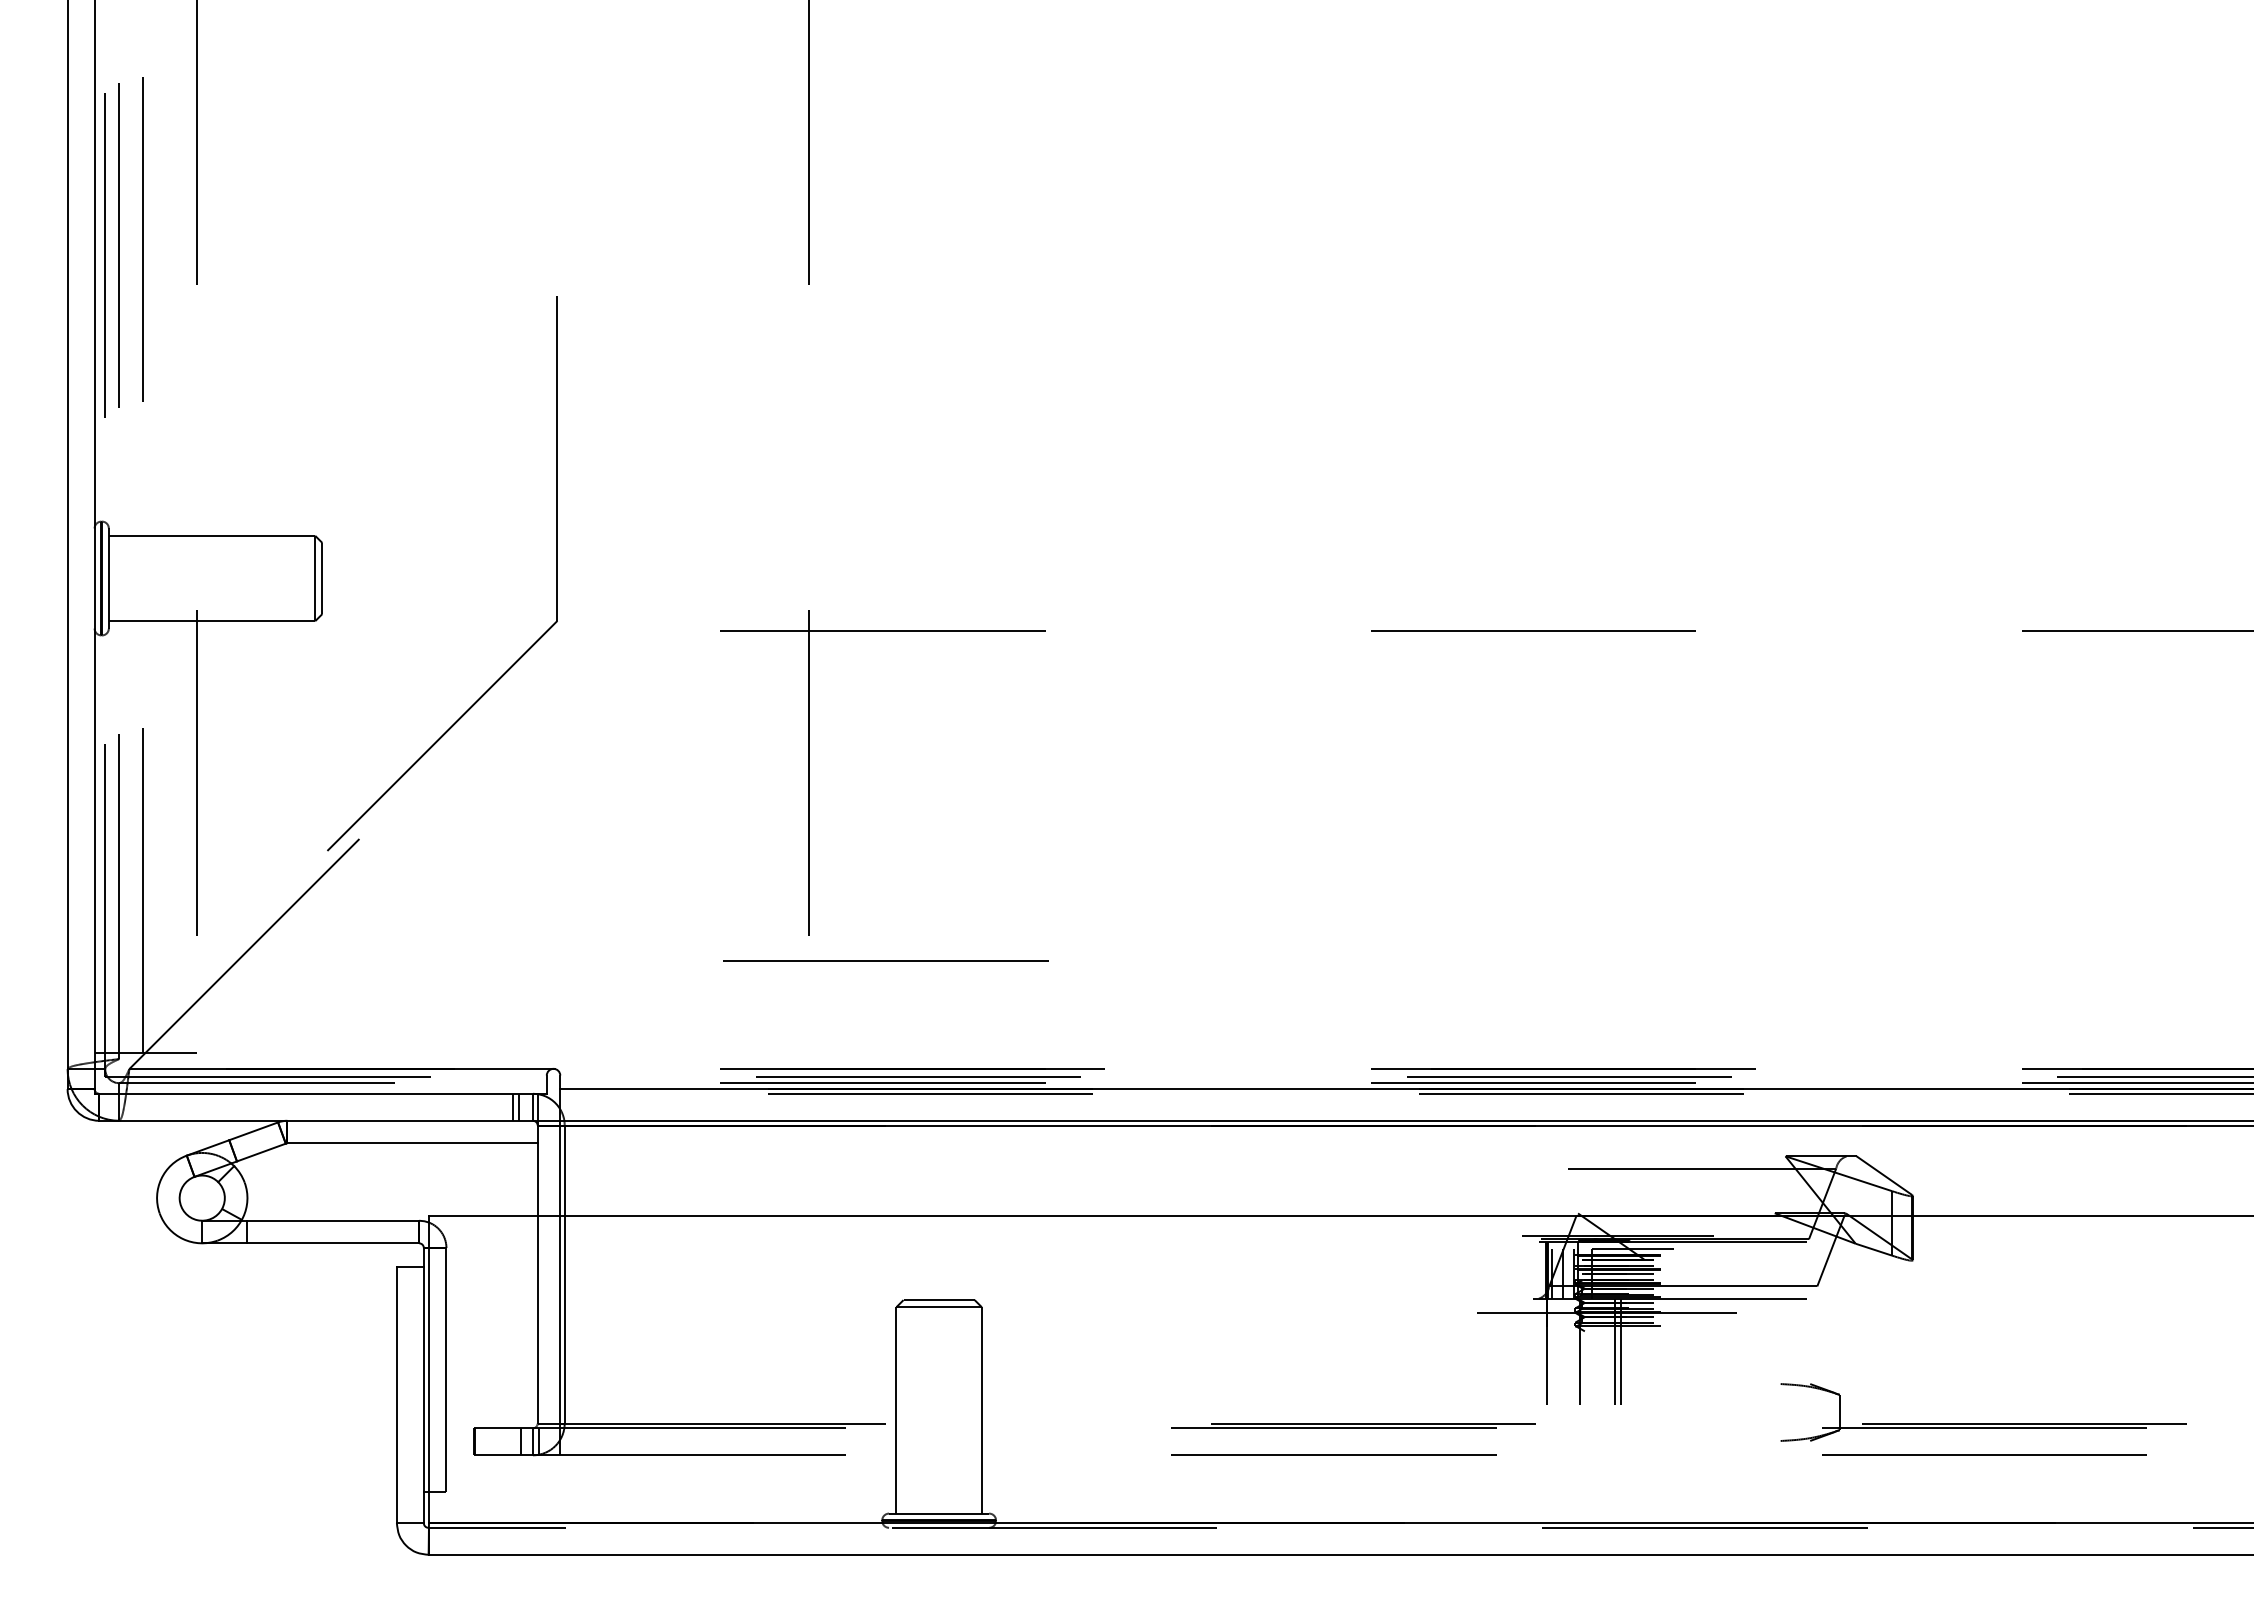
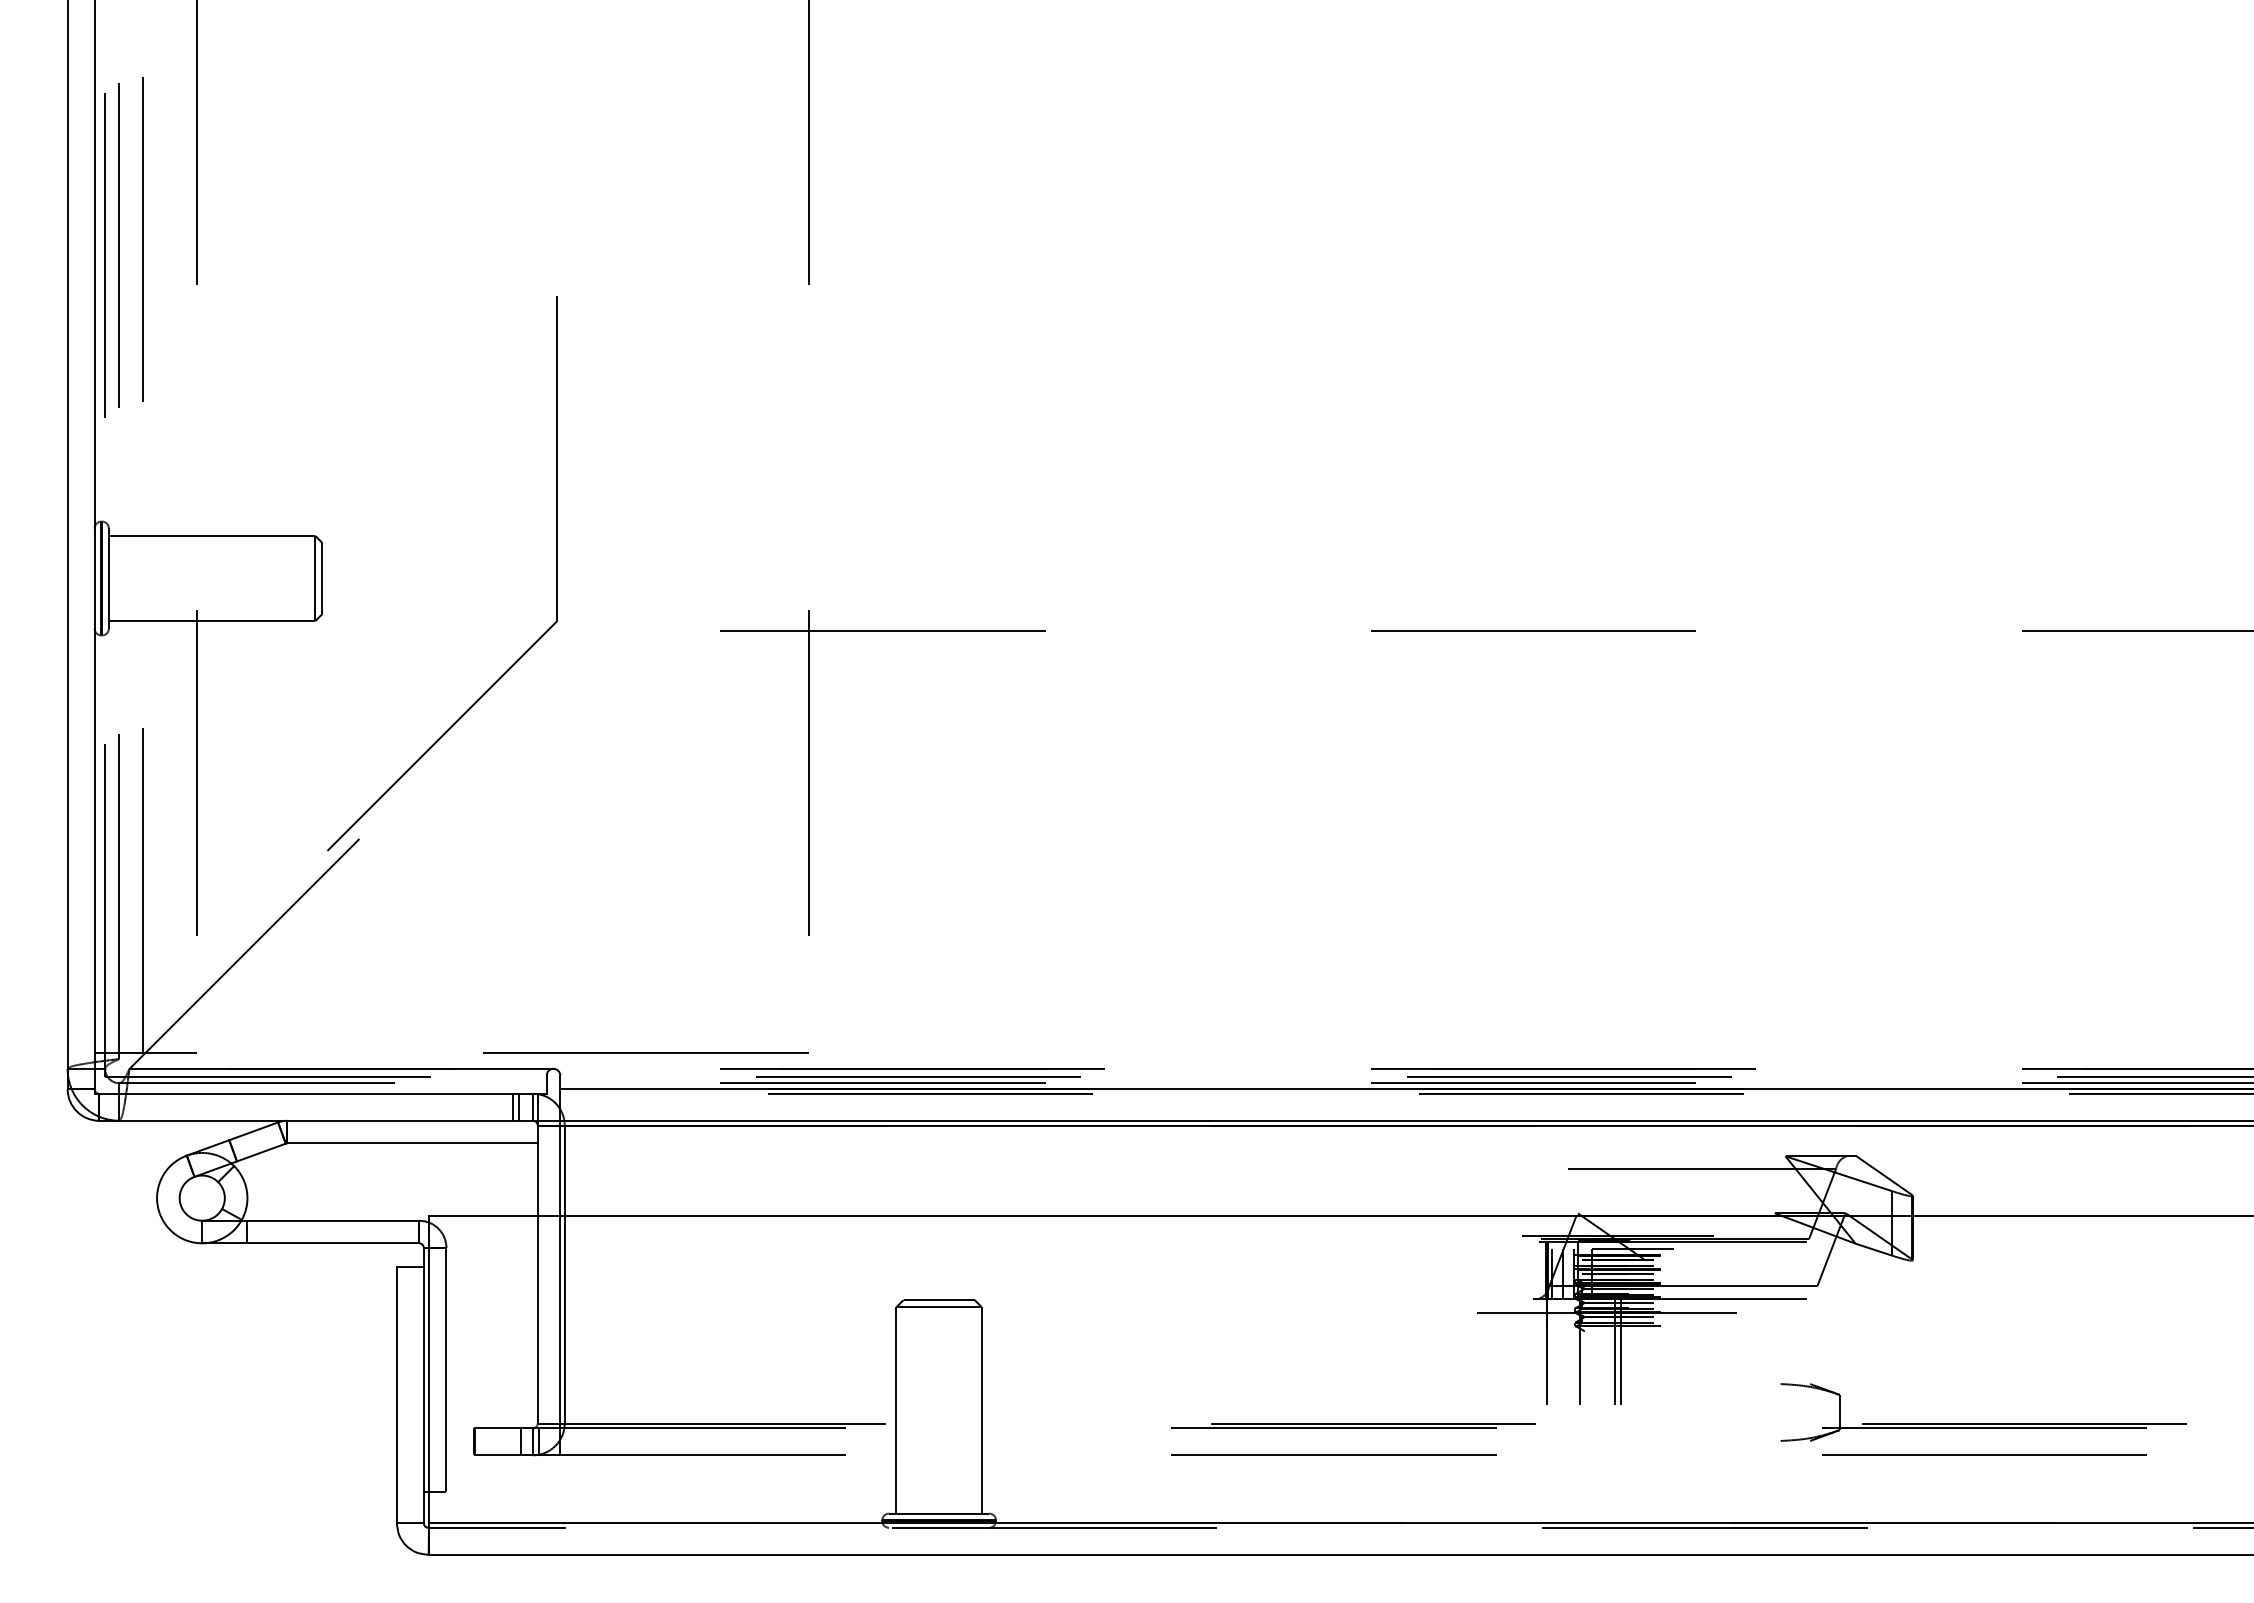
line at (885, 960) position: (885, 960) -> (645, 1052)
